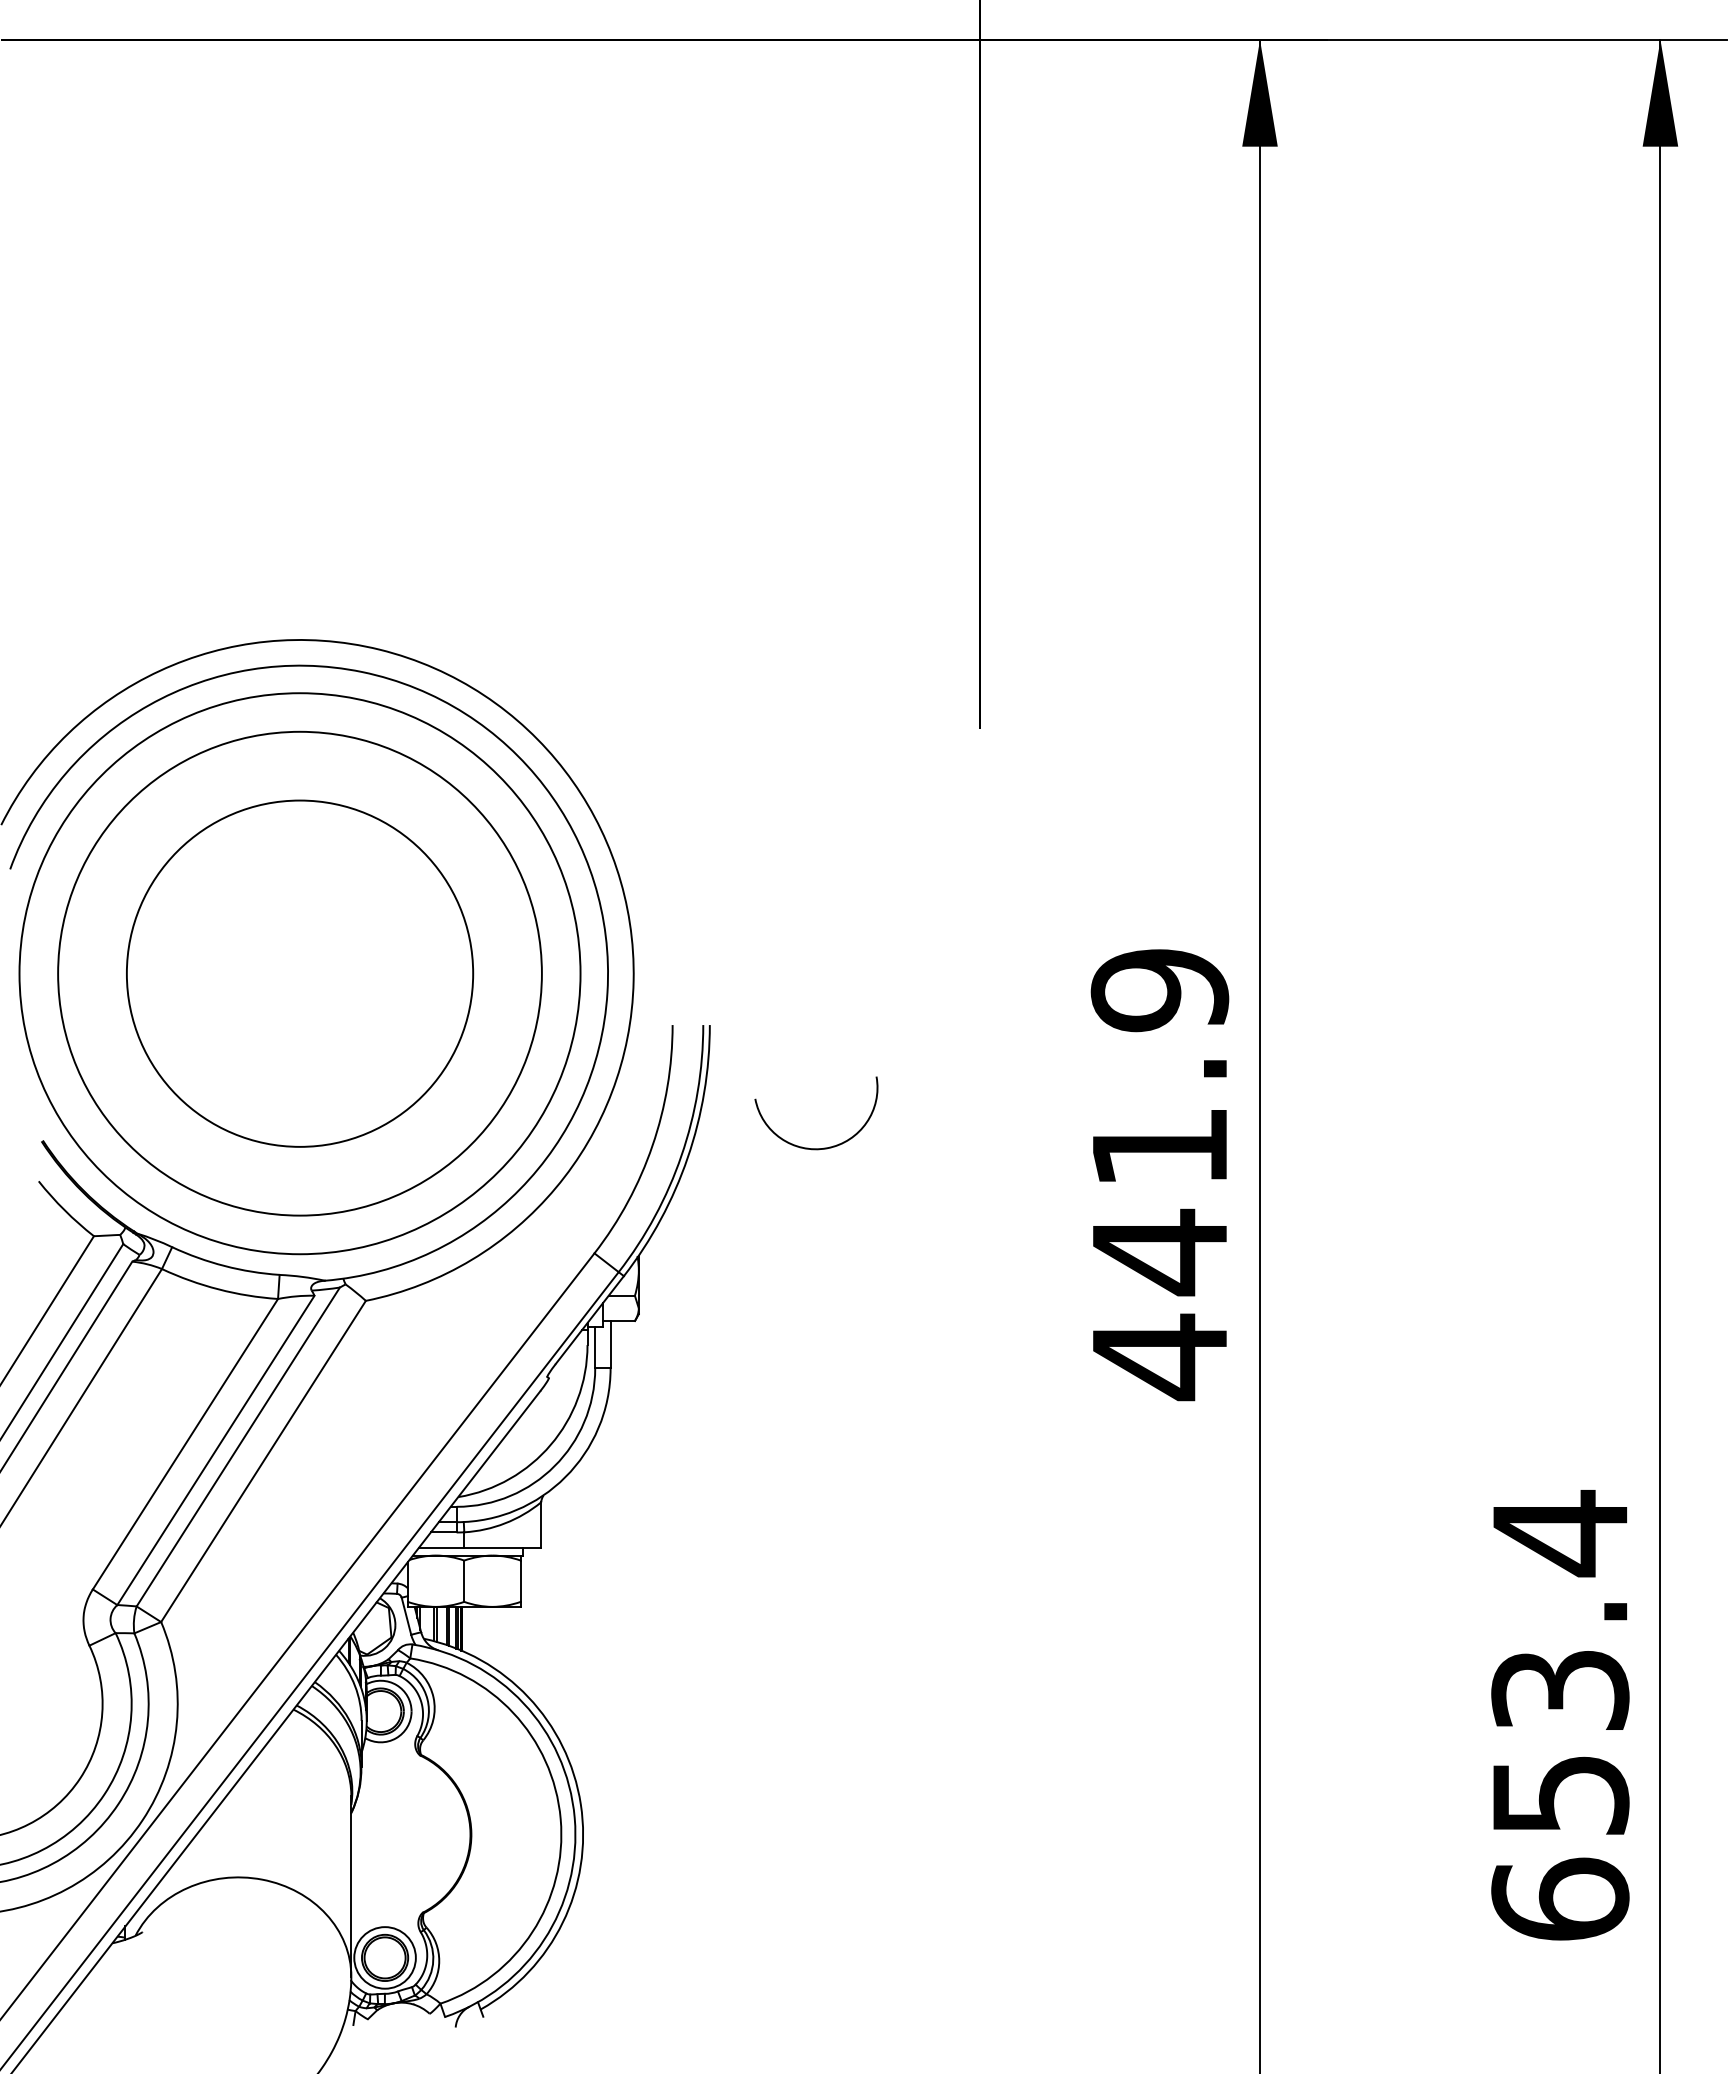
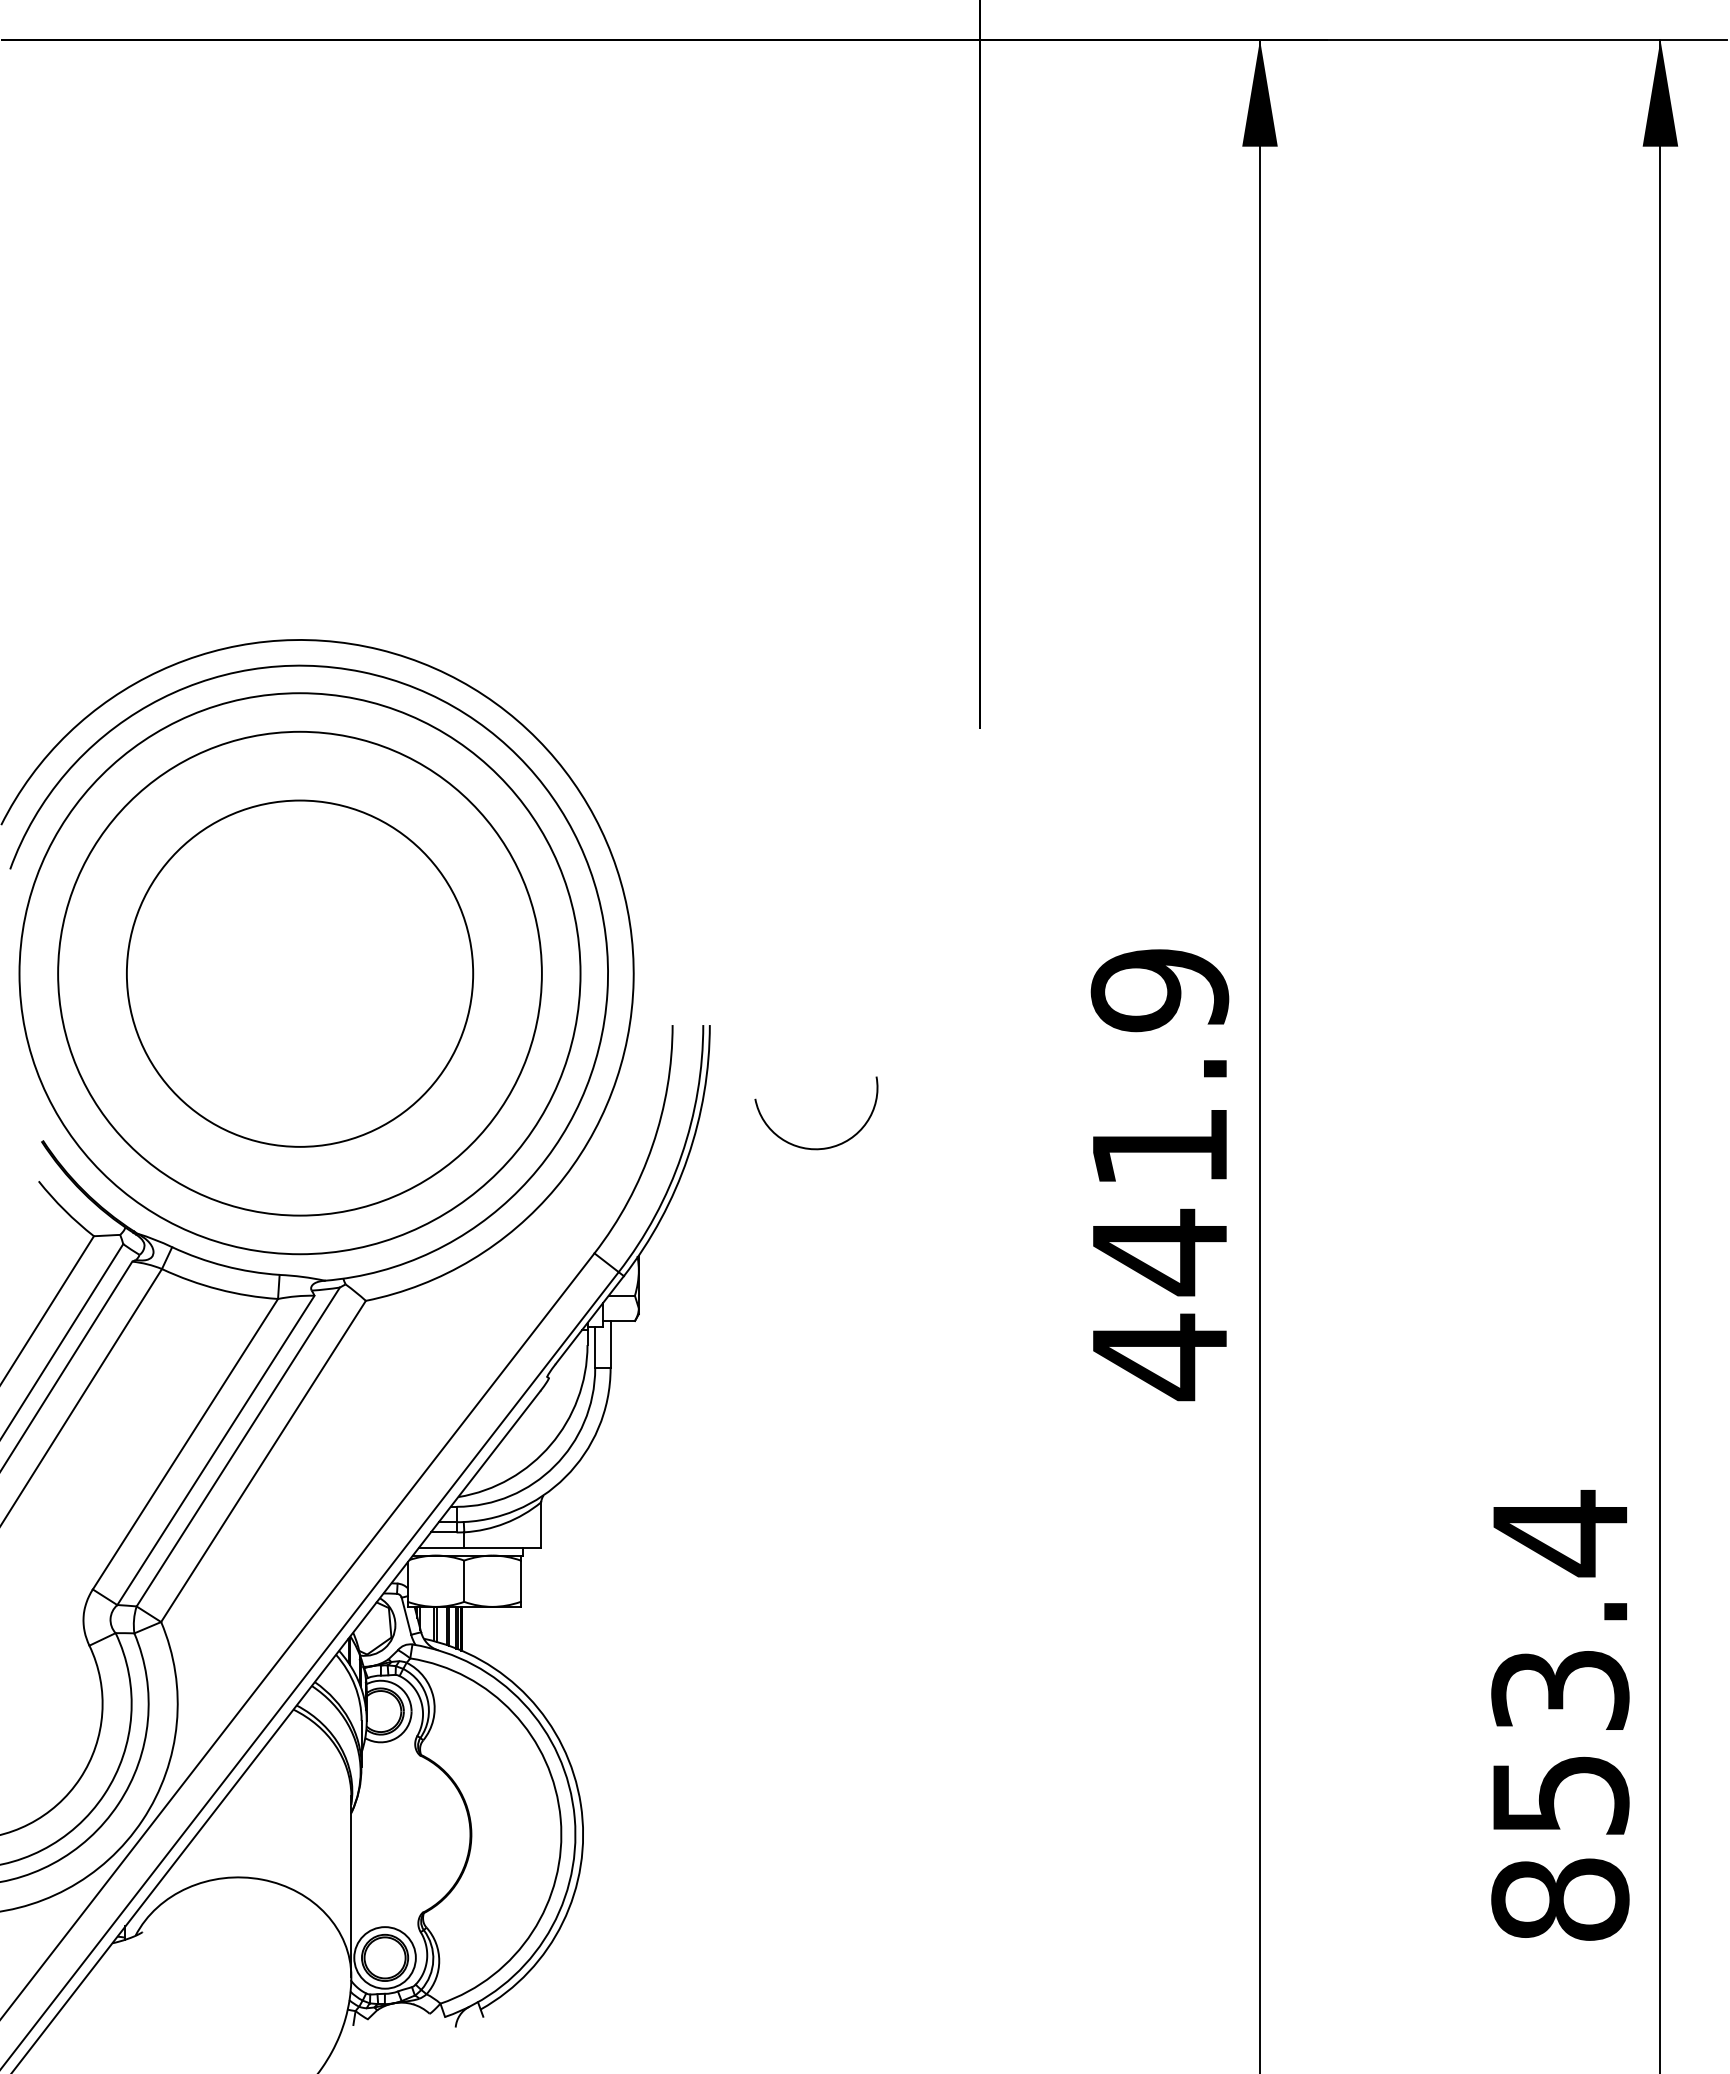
text at (1560, 1898): 653.4 -> 853.4
